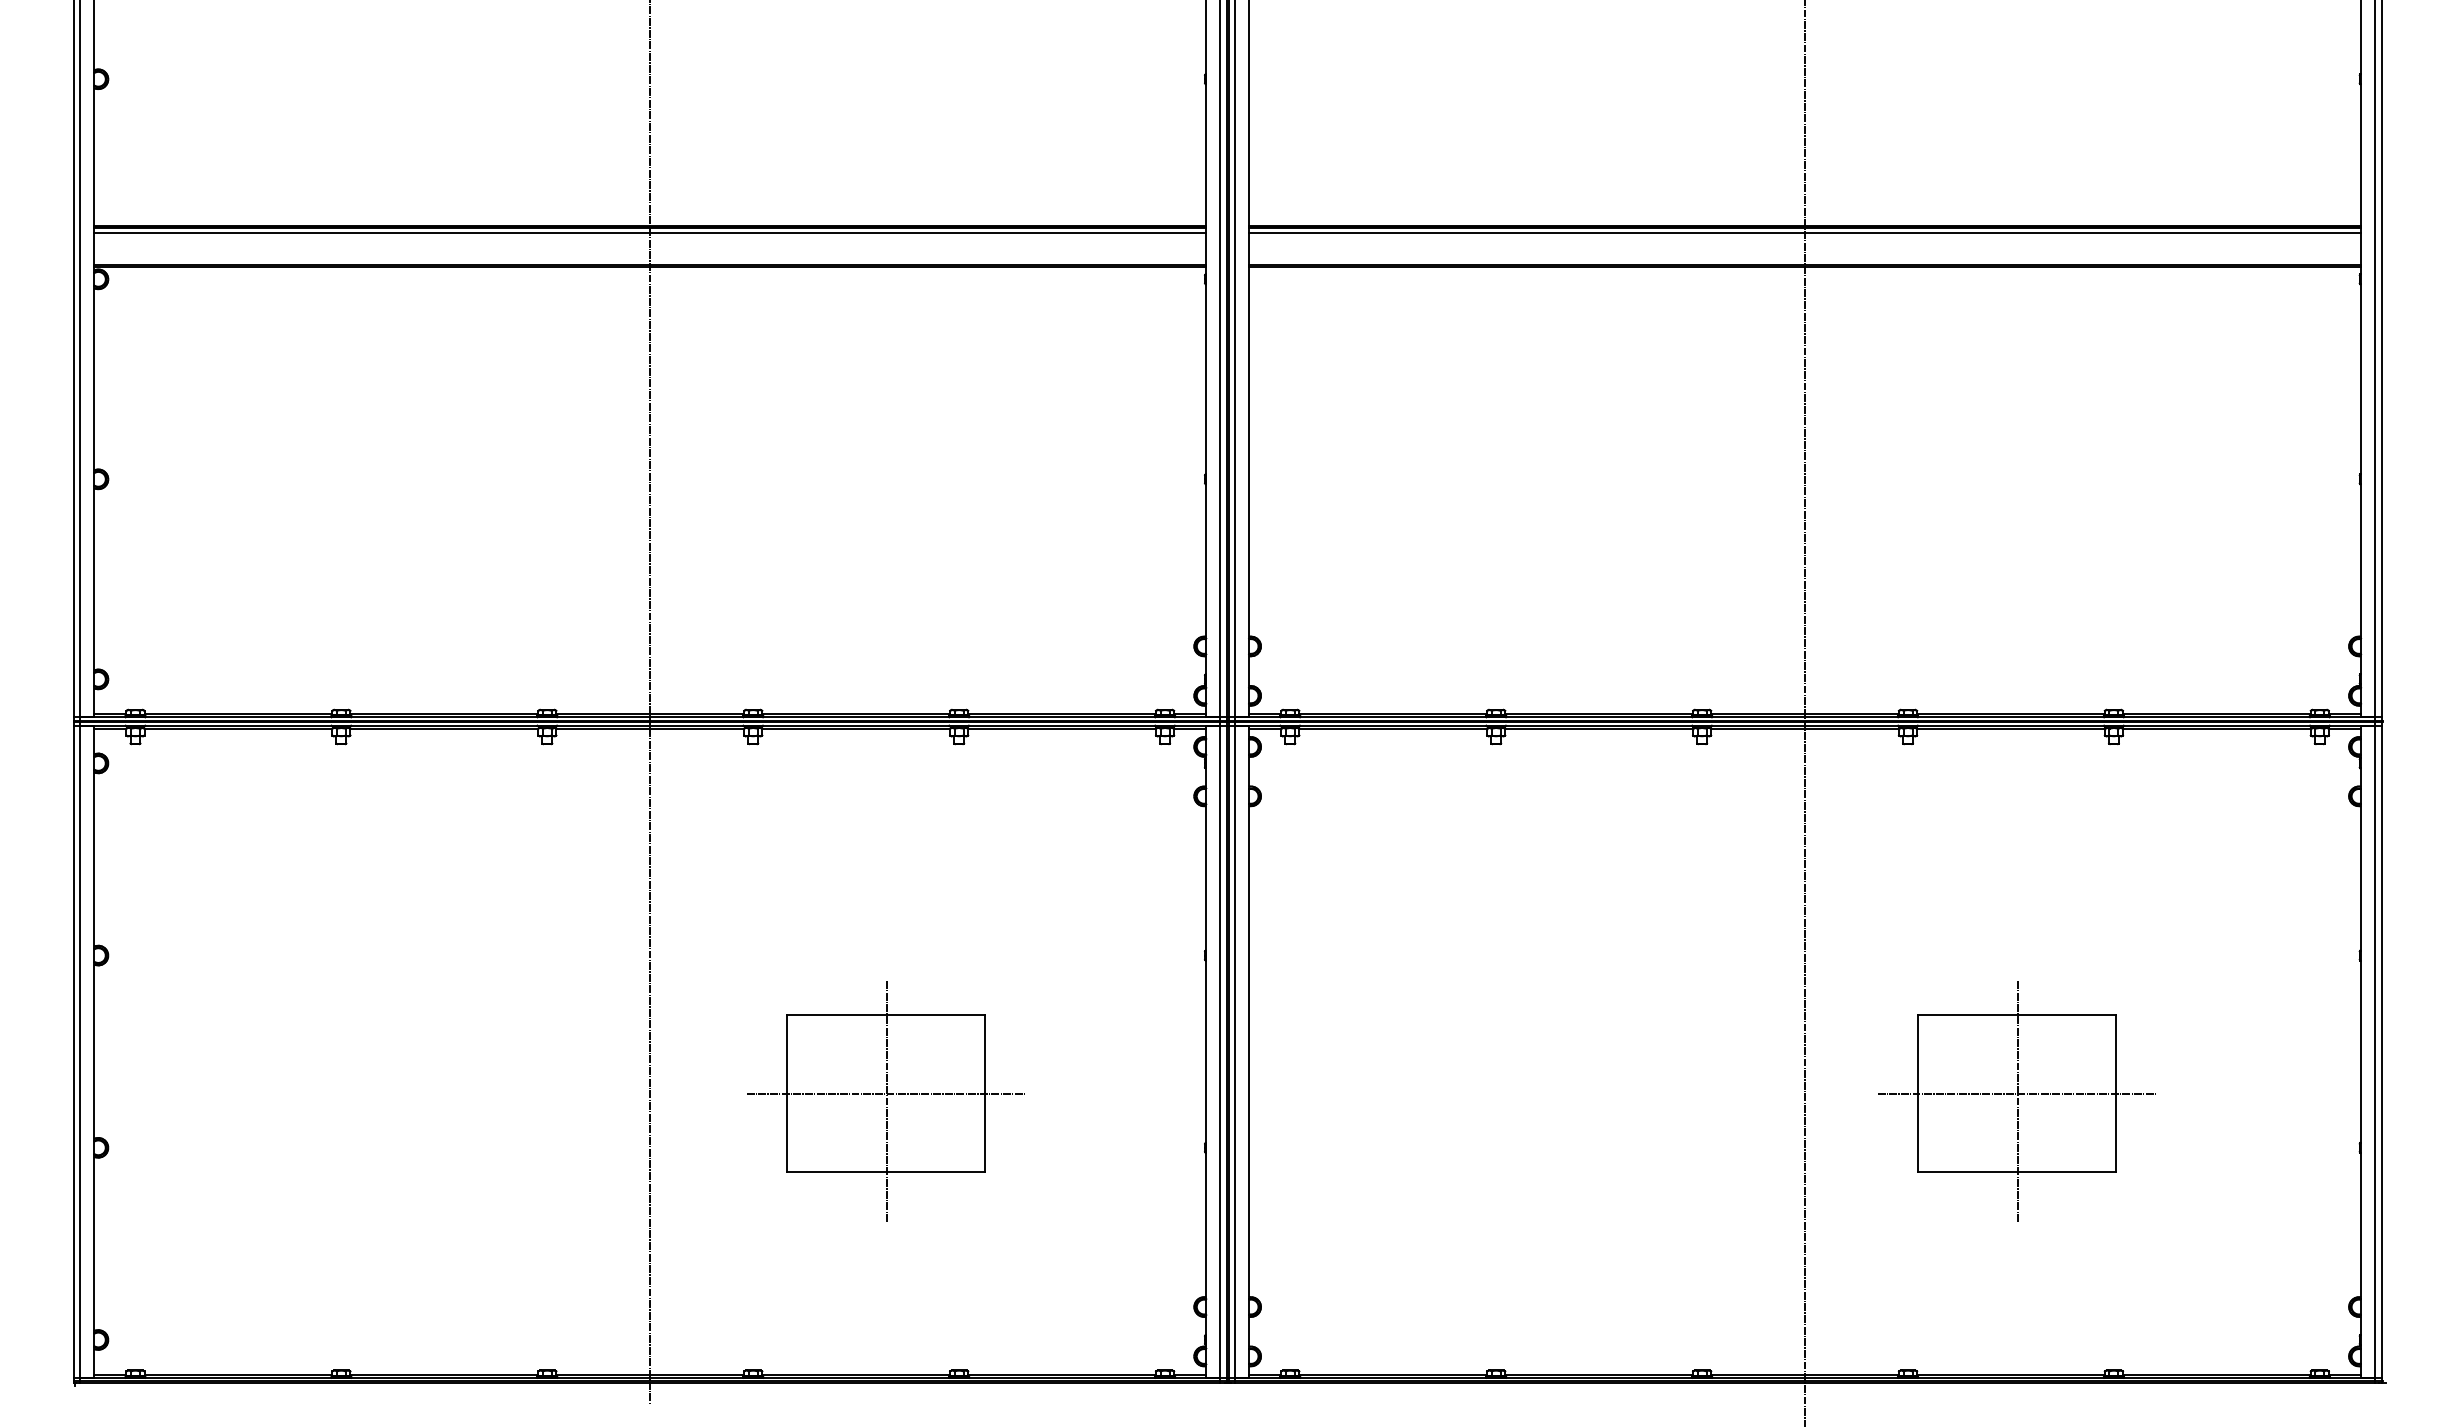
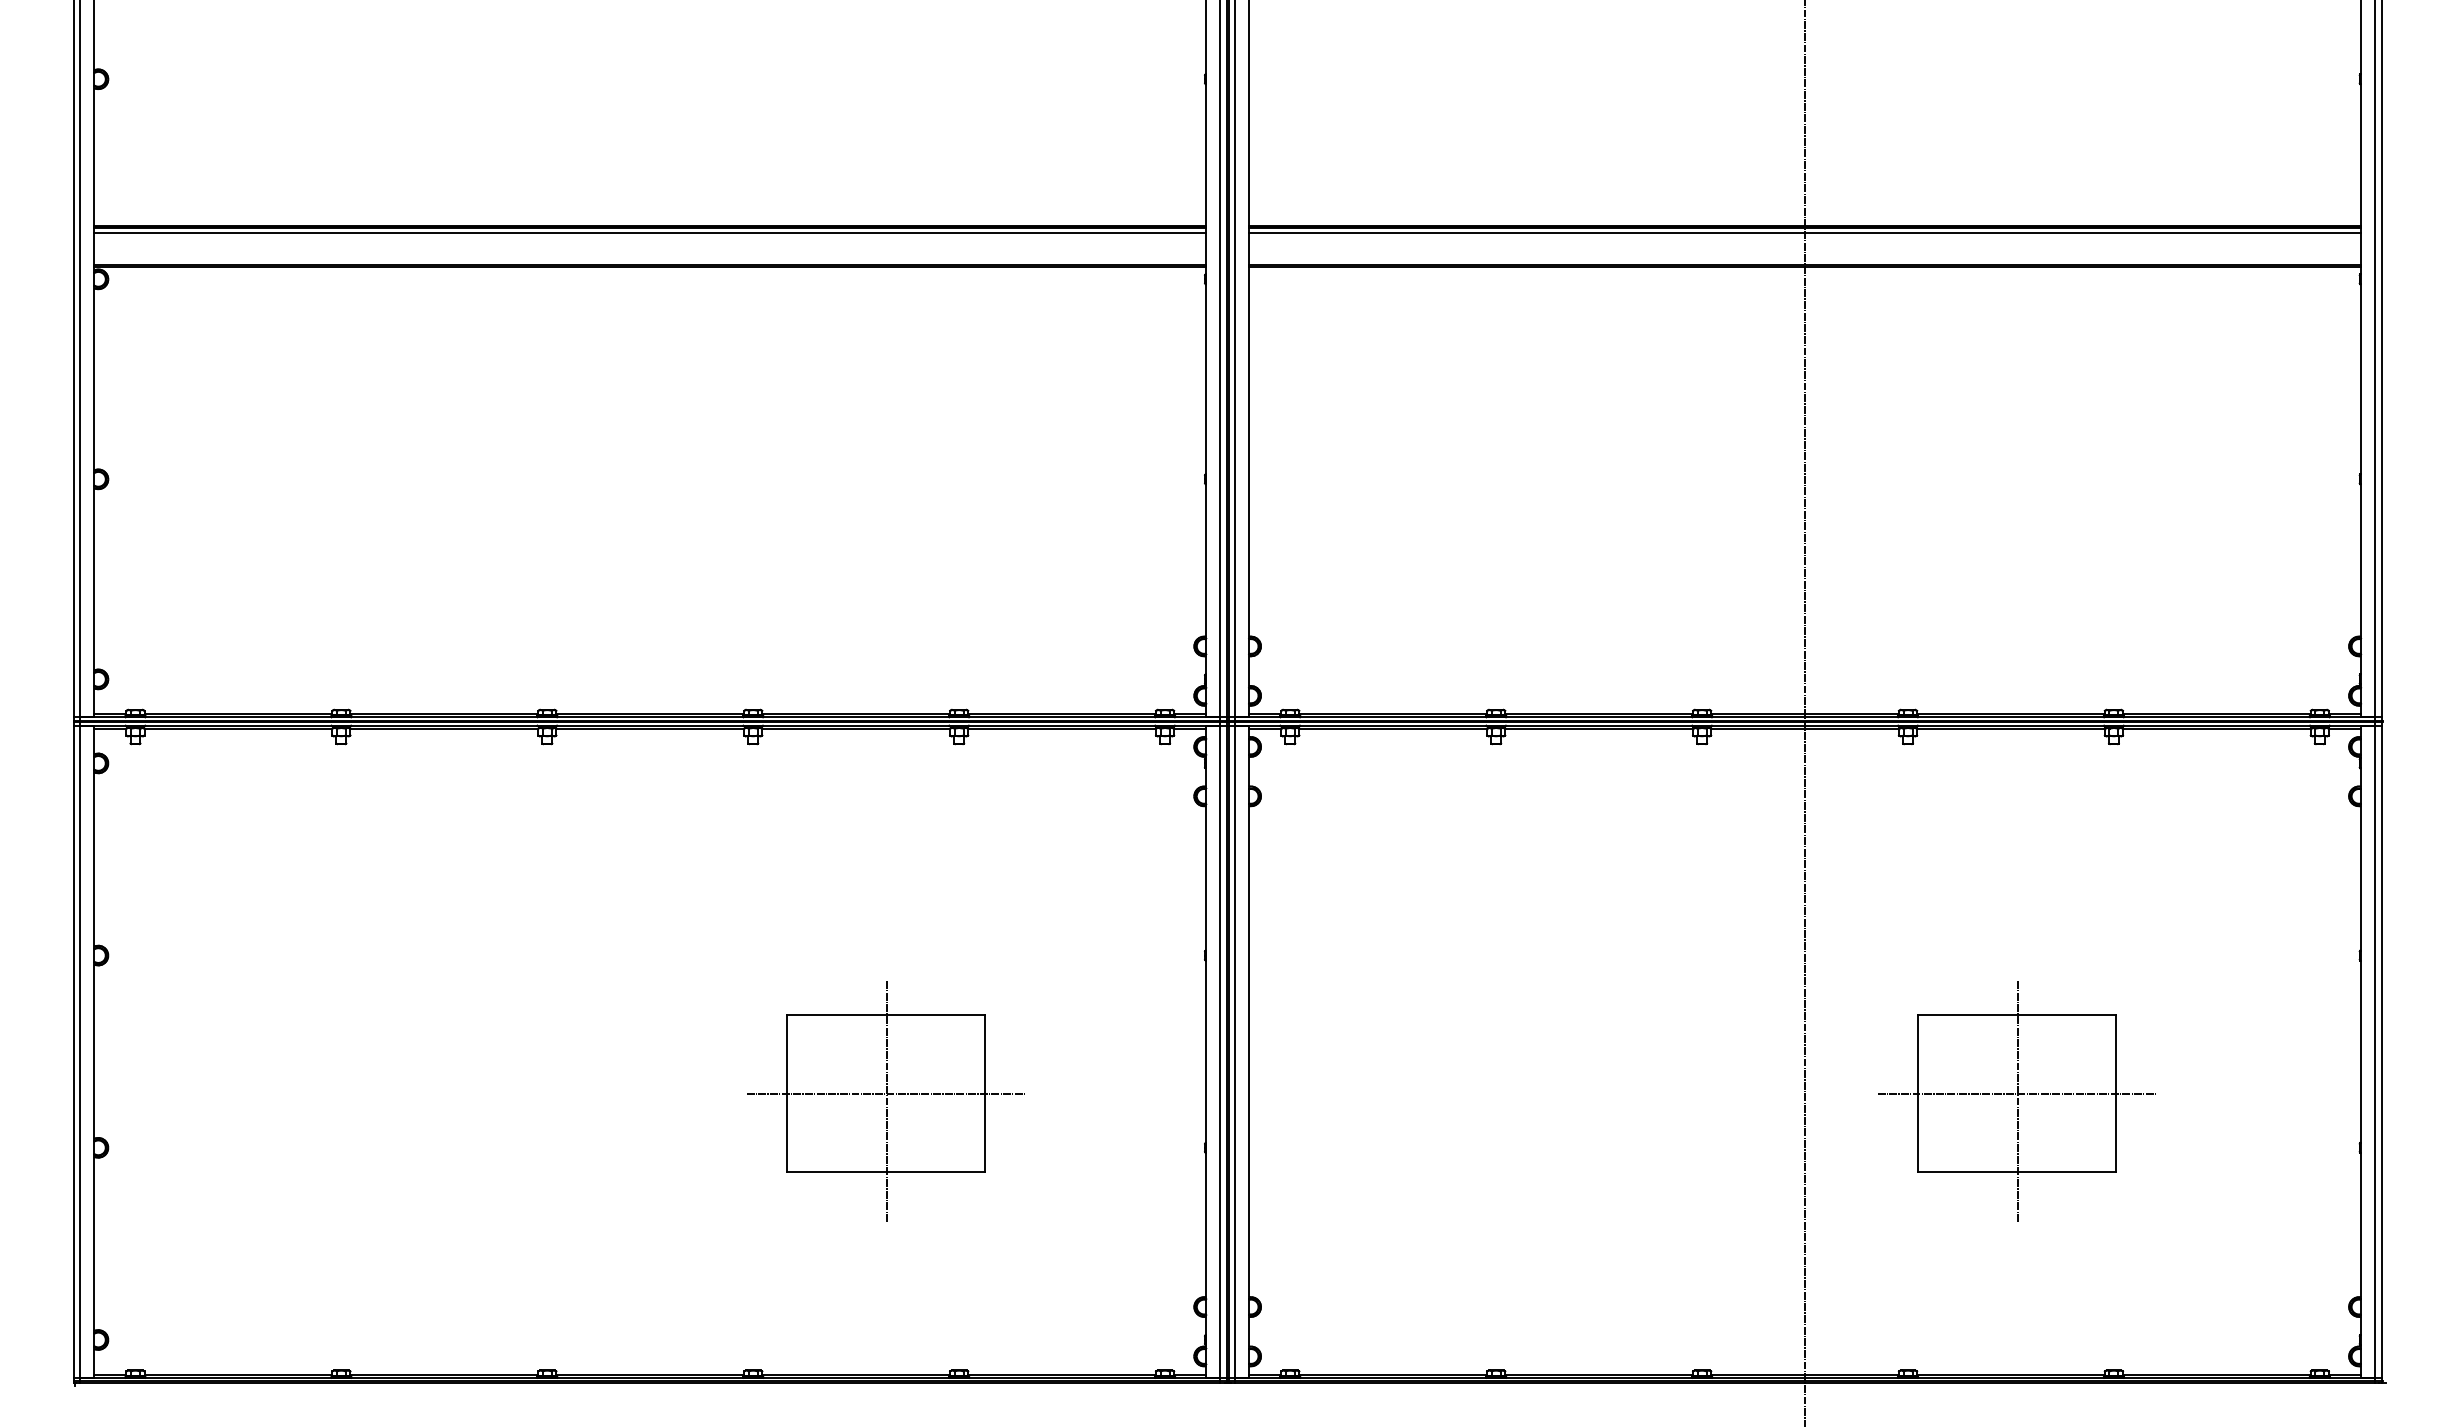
line at (650, 703): present -> none
